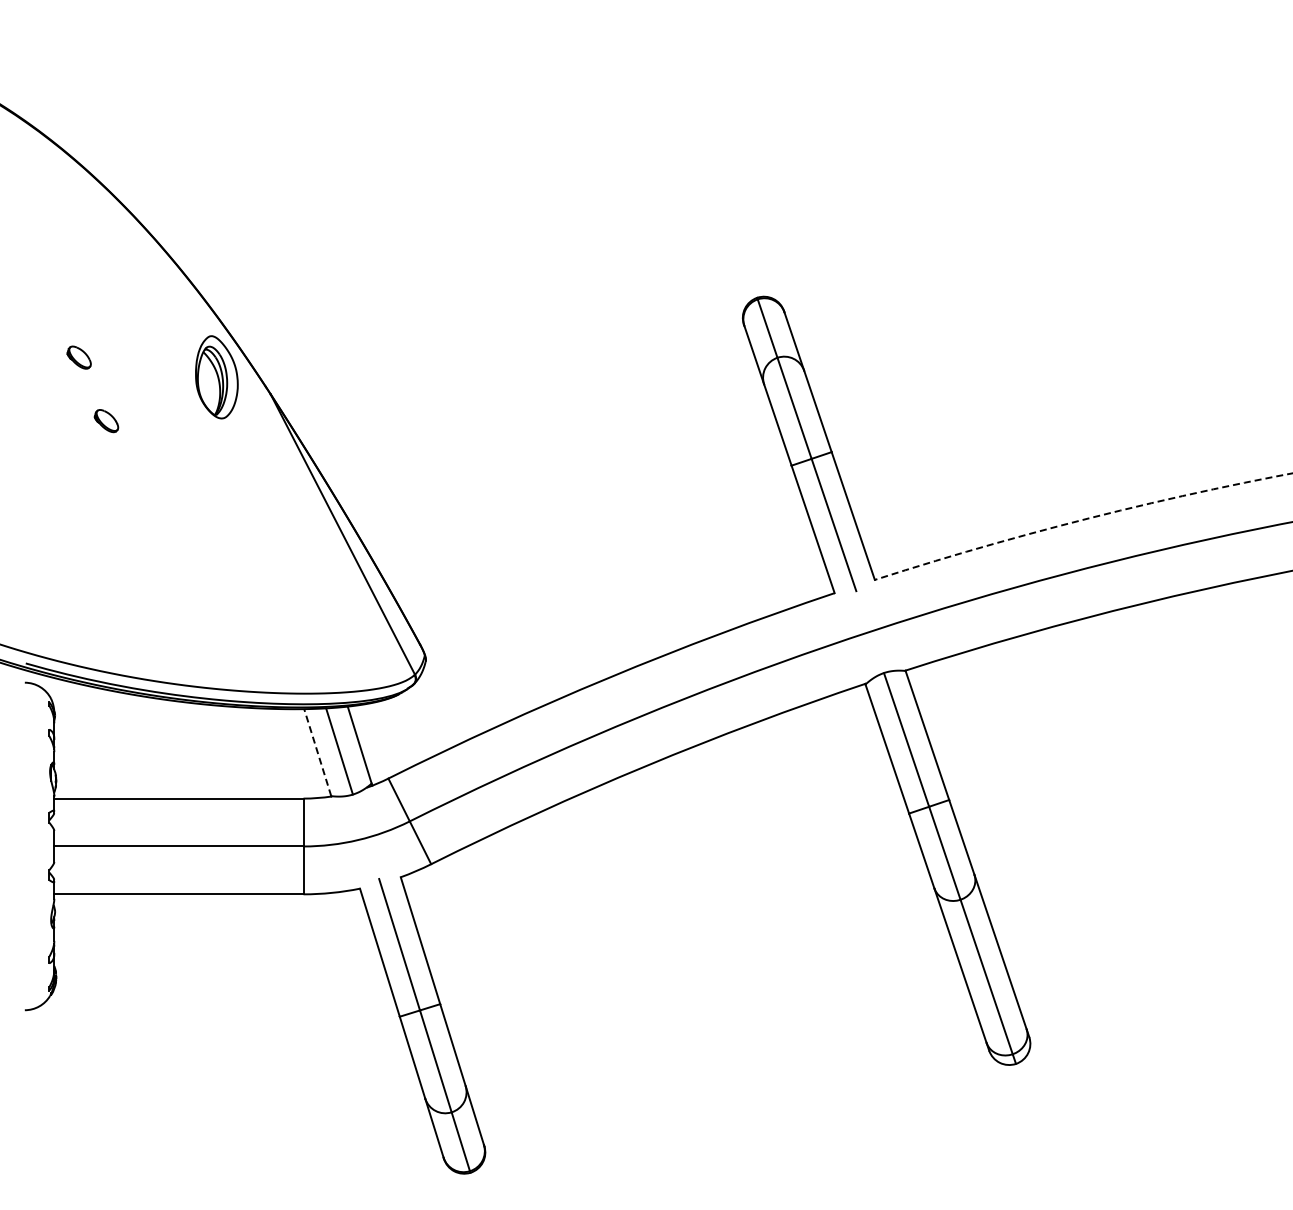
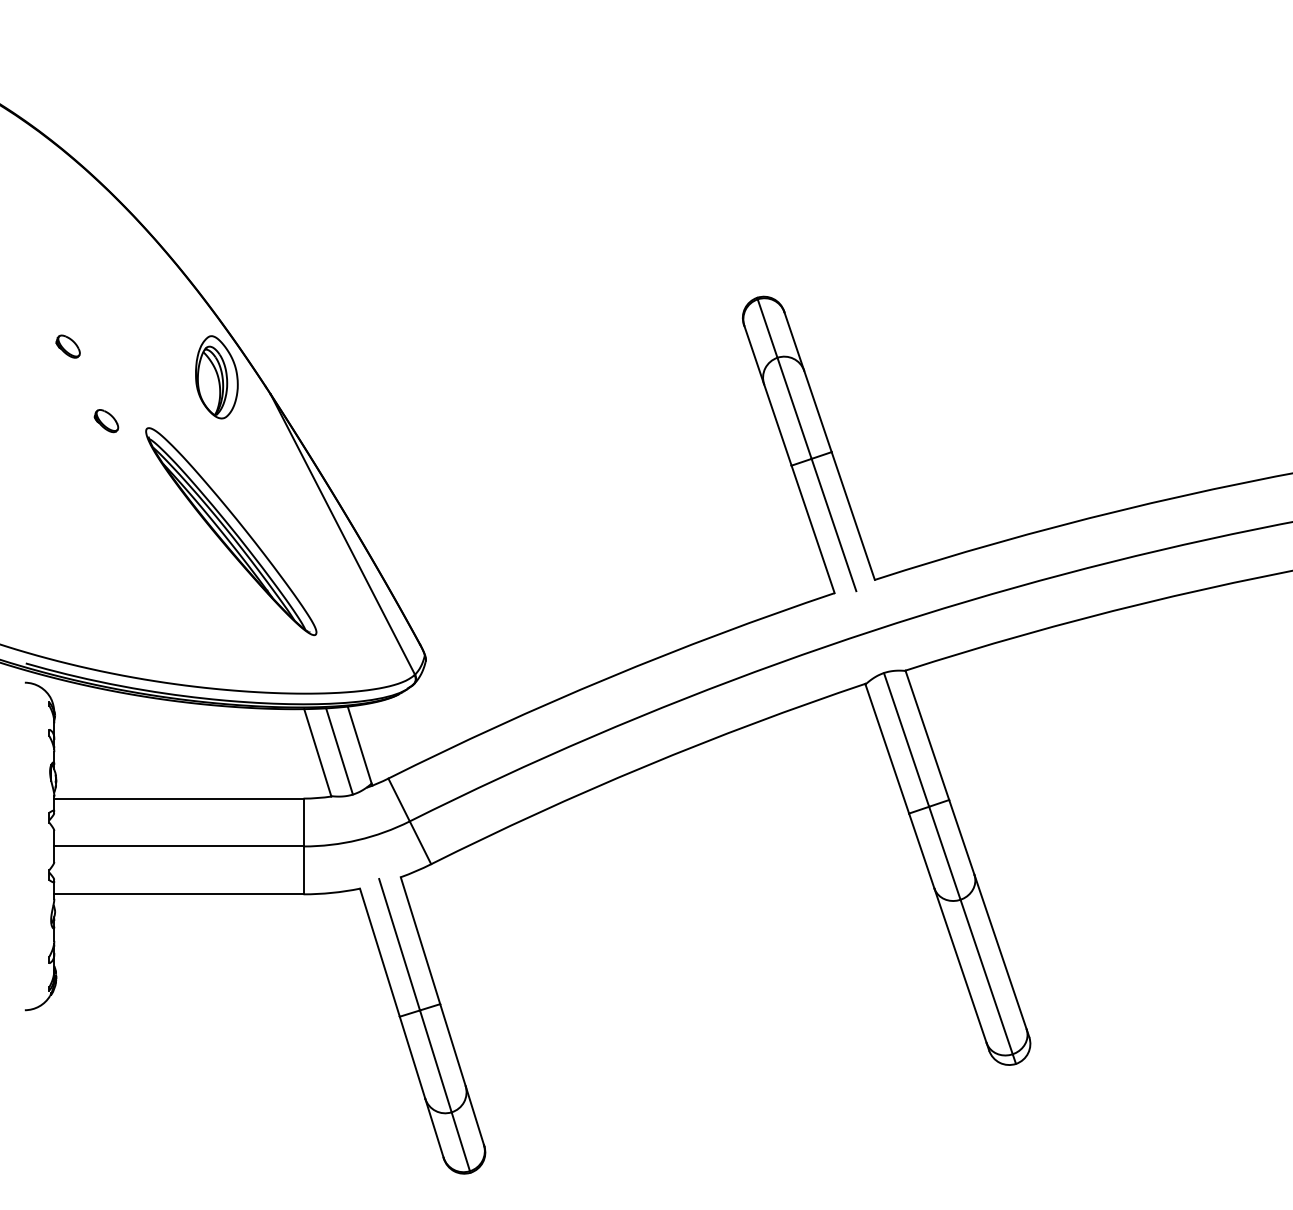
part at (78, 357) position: (78, 357) -> (67, 346)
arc at (1082, 520): dashed -> solid
part at (231, 531): none -> present
line at (317, 752): dashed -> solid
